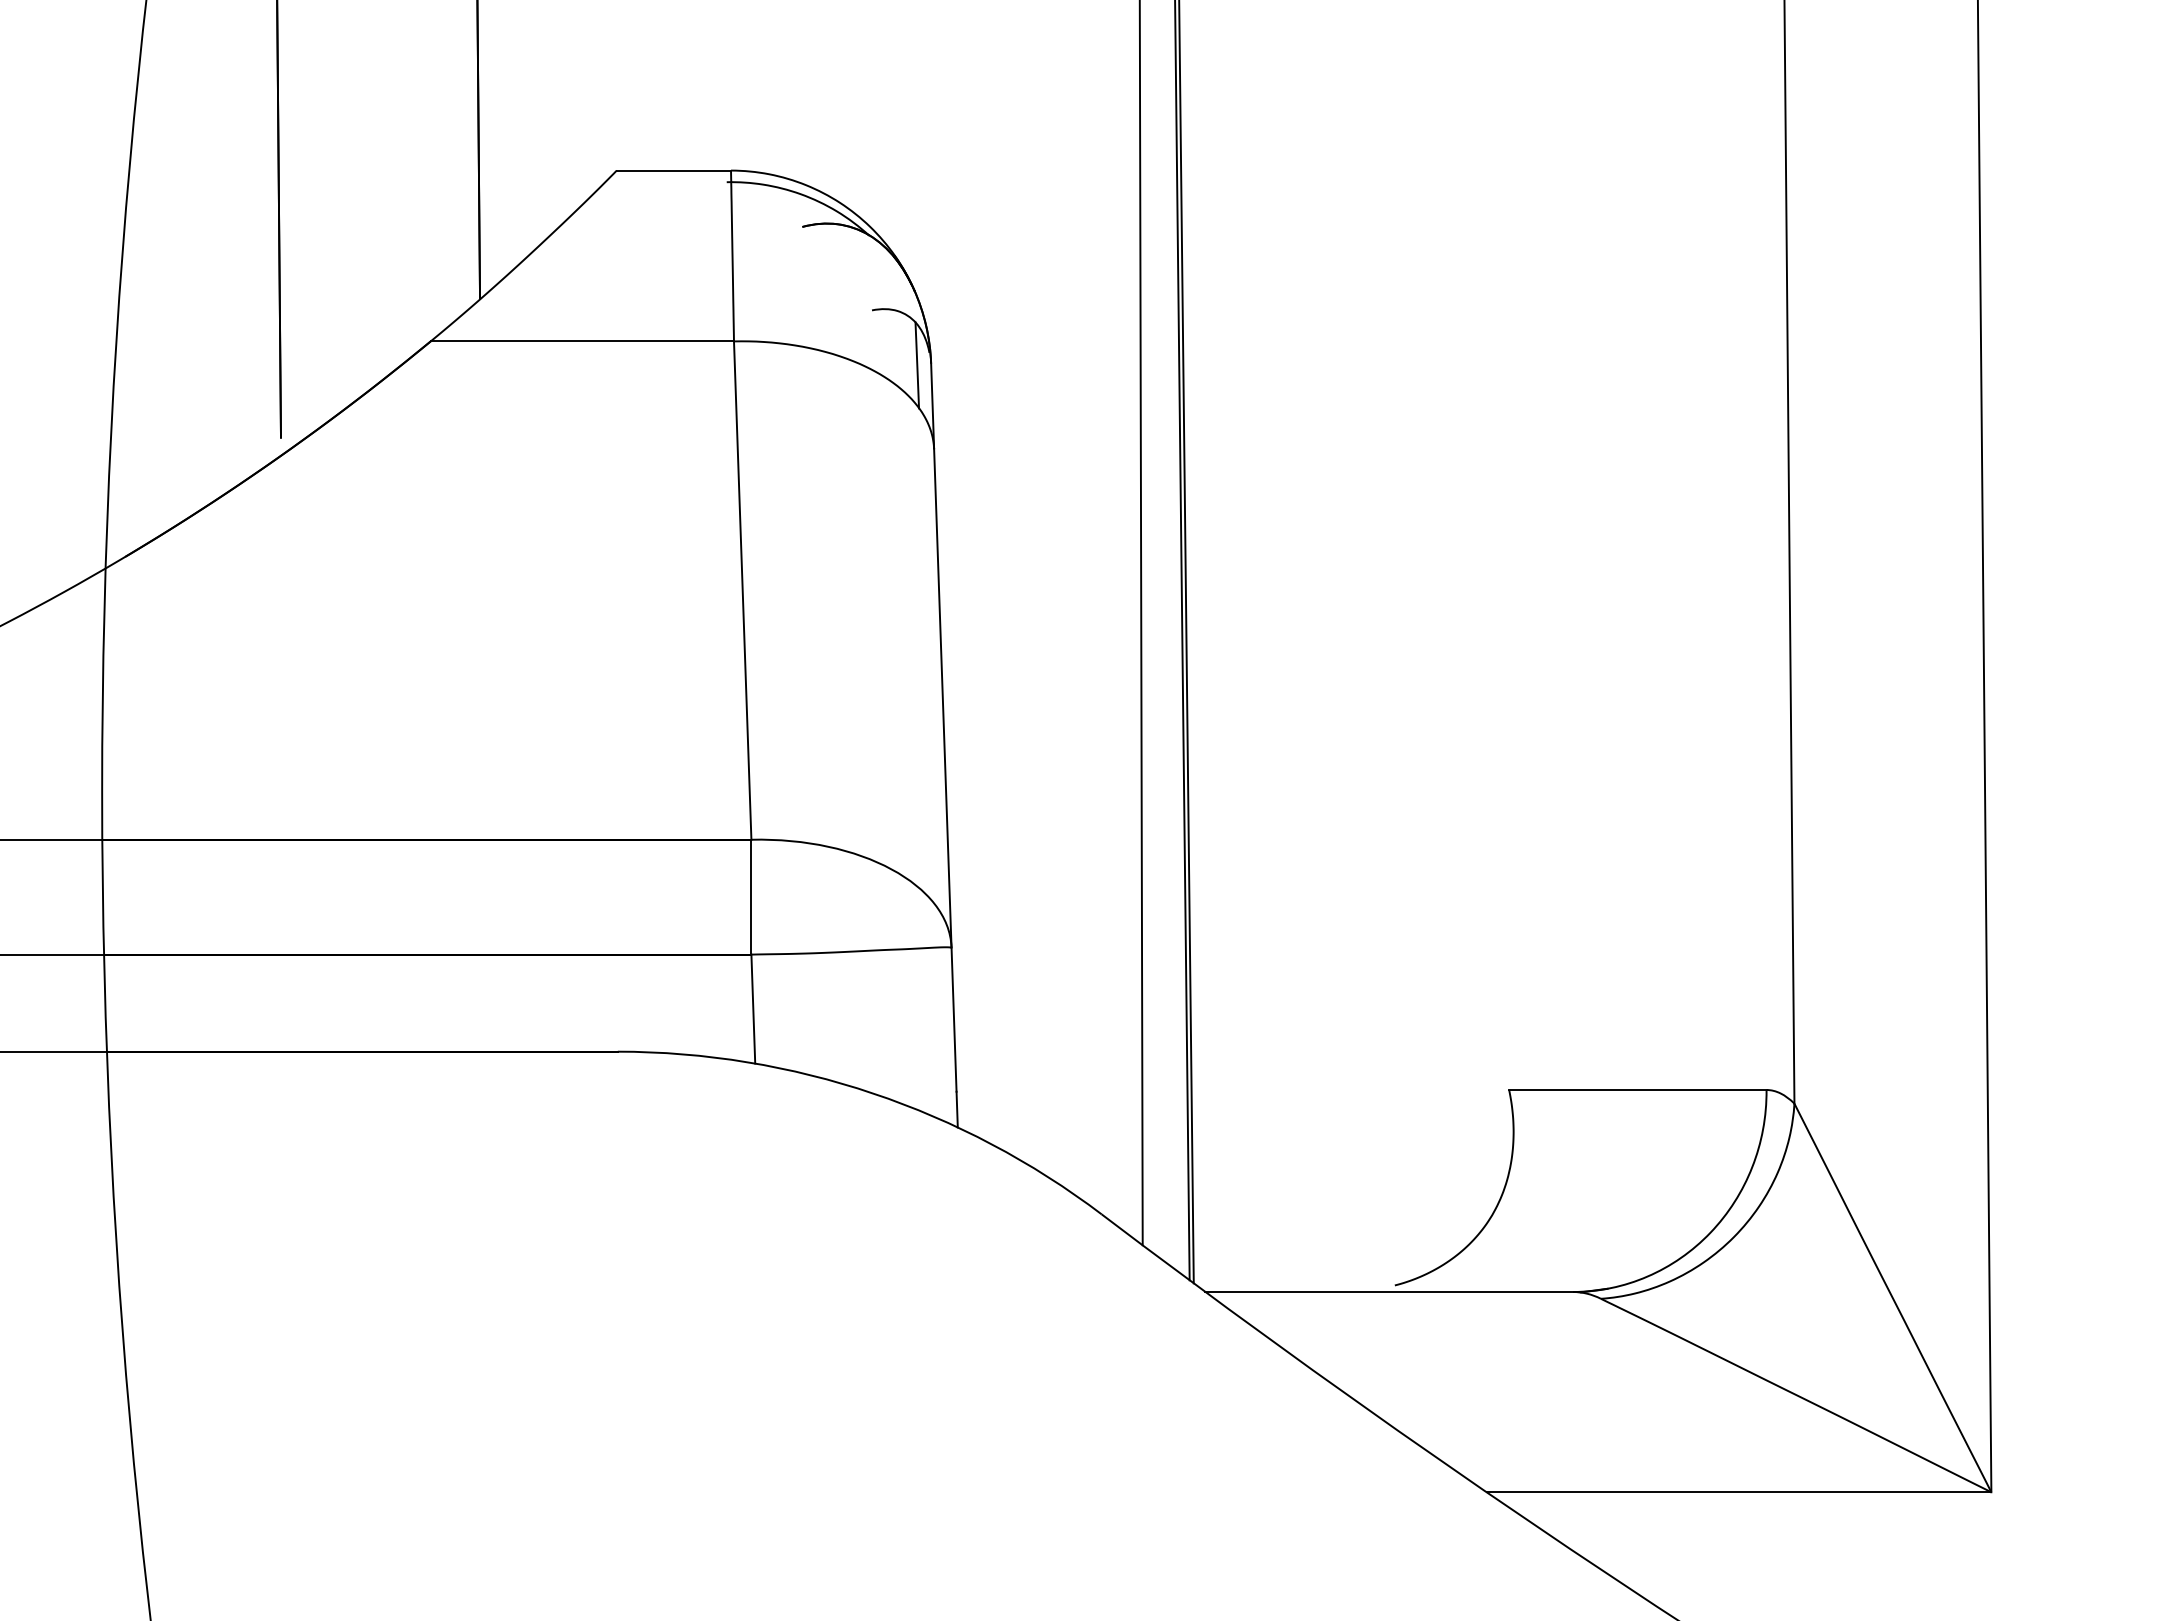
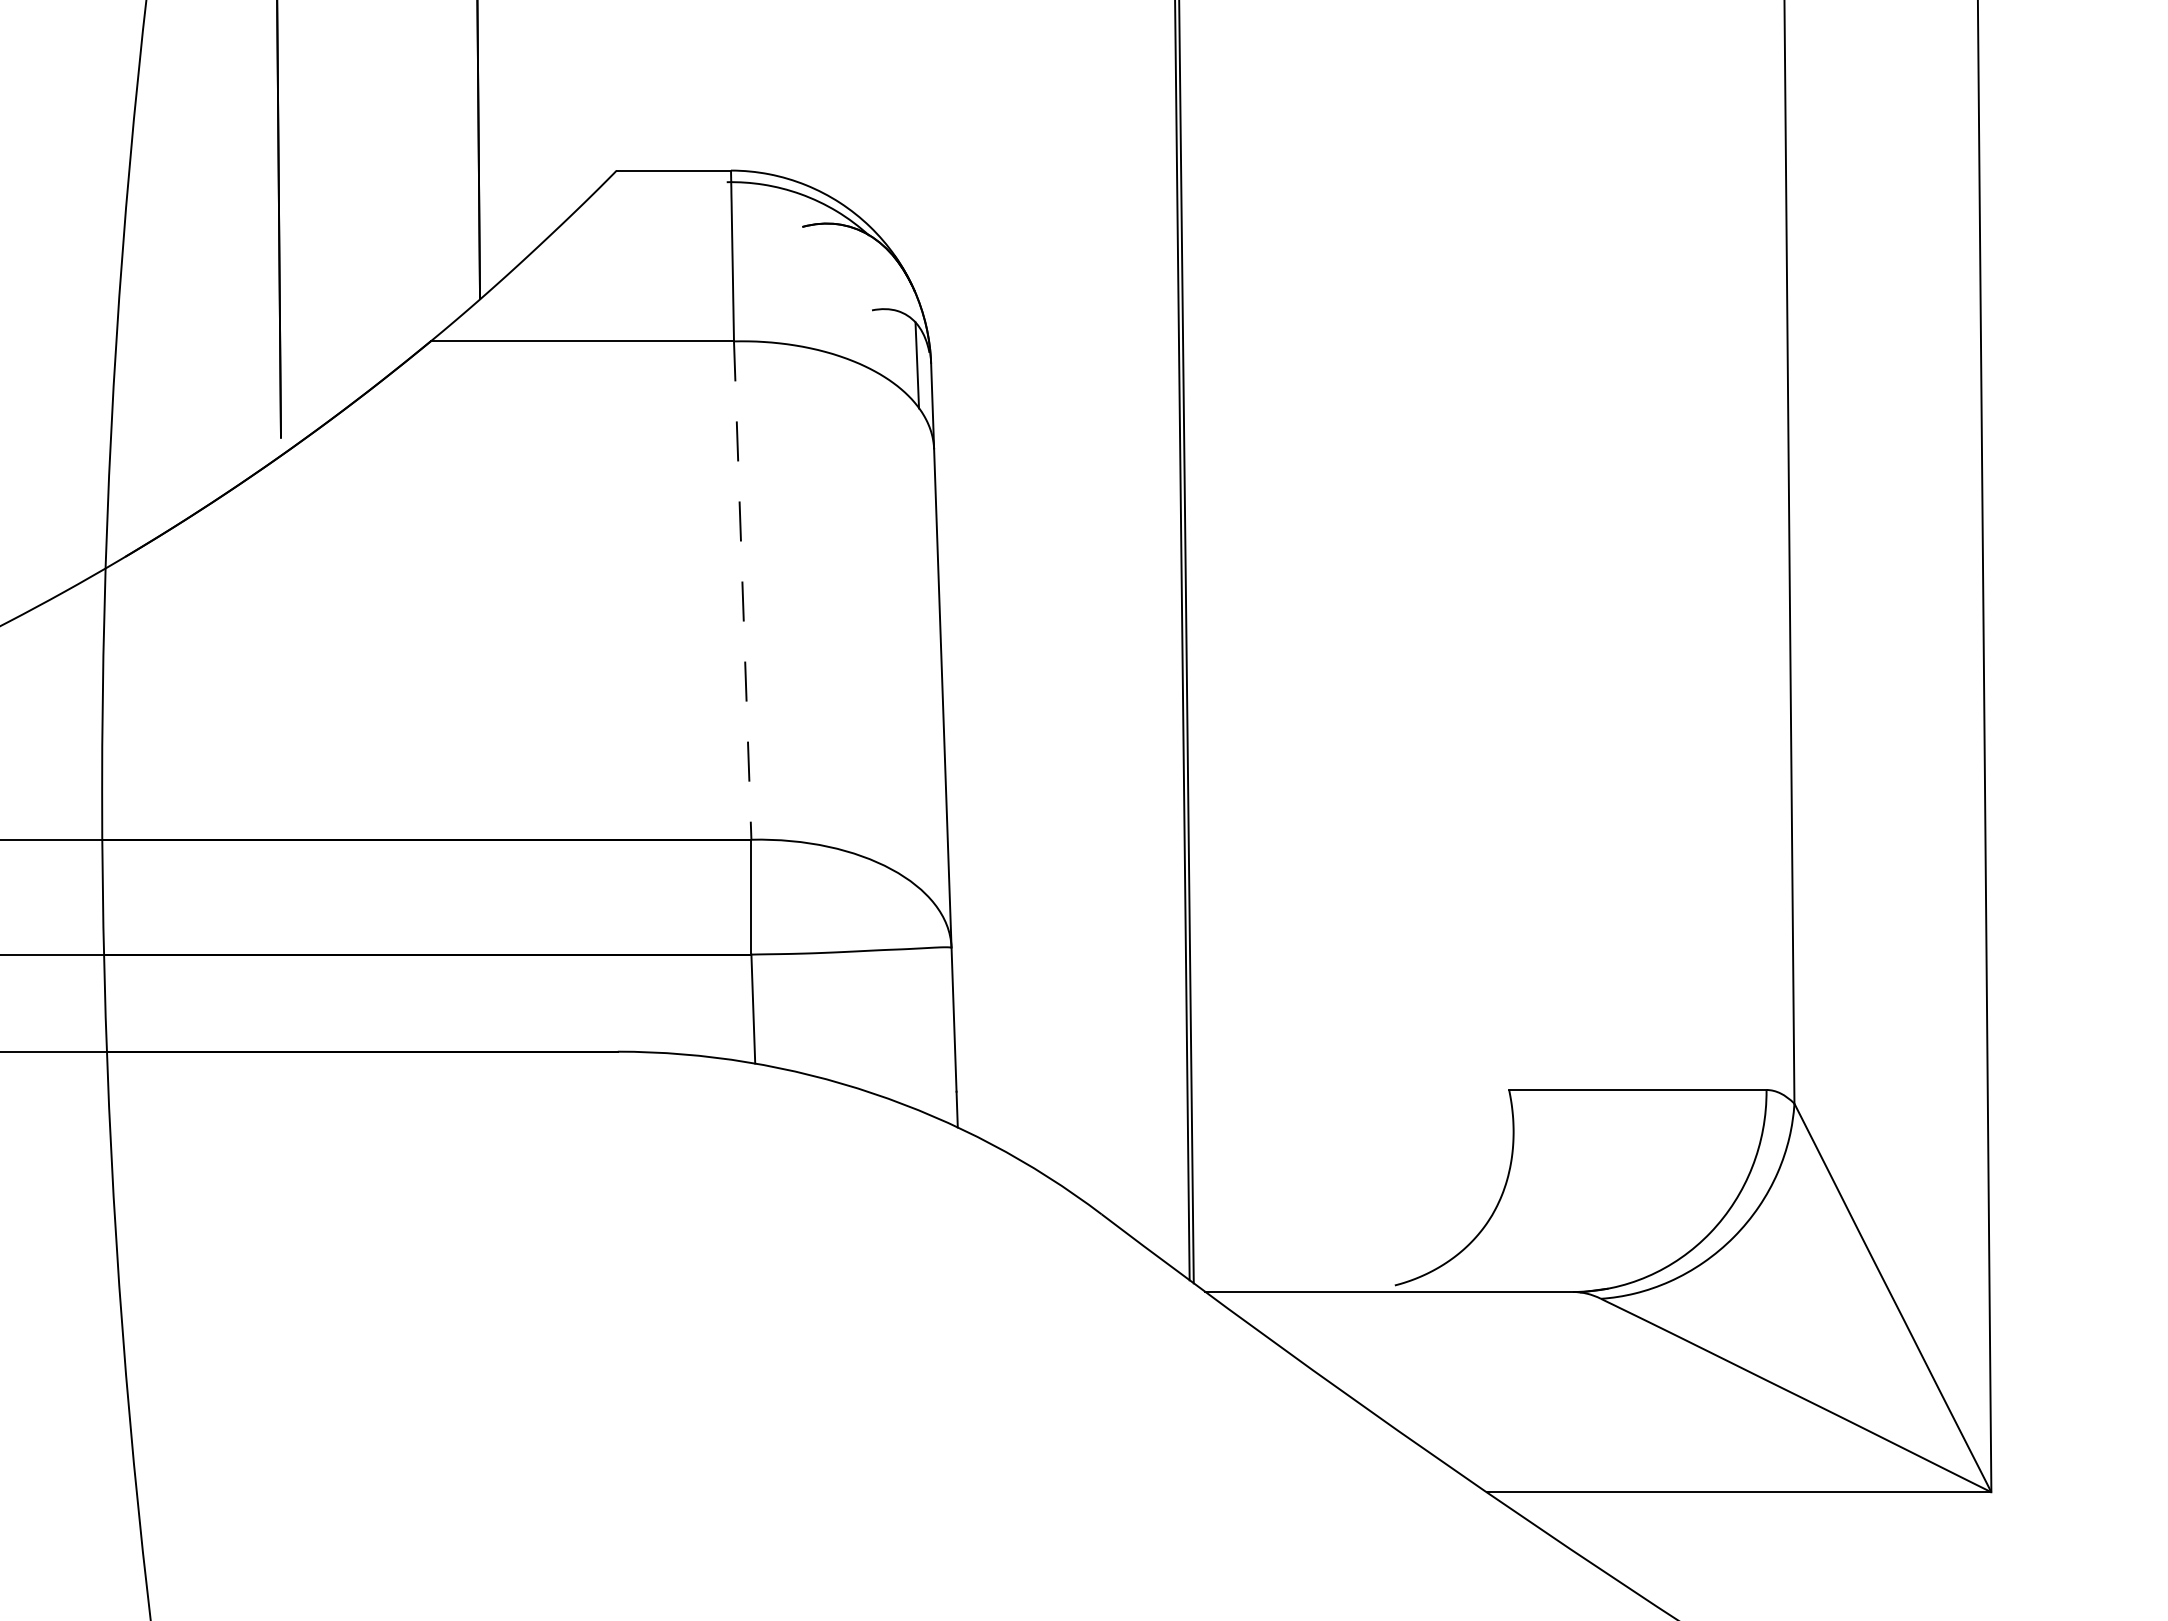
line at (742, 591): solid -> dashed
line at (1140, 623): present -> none
